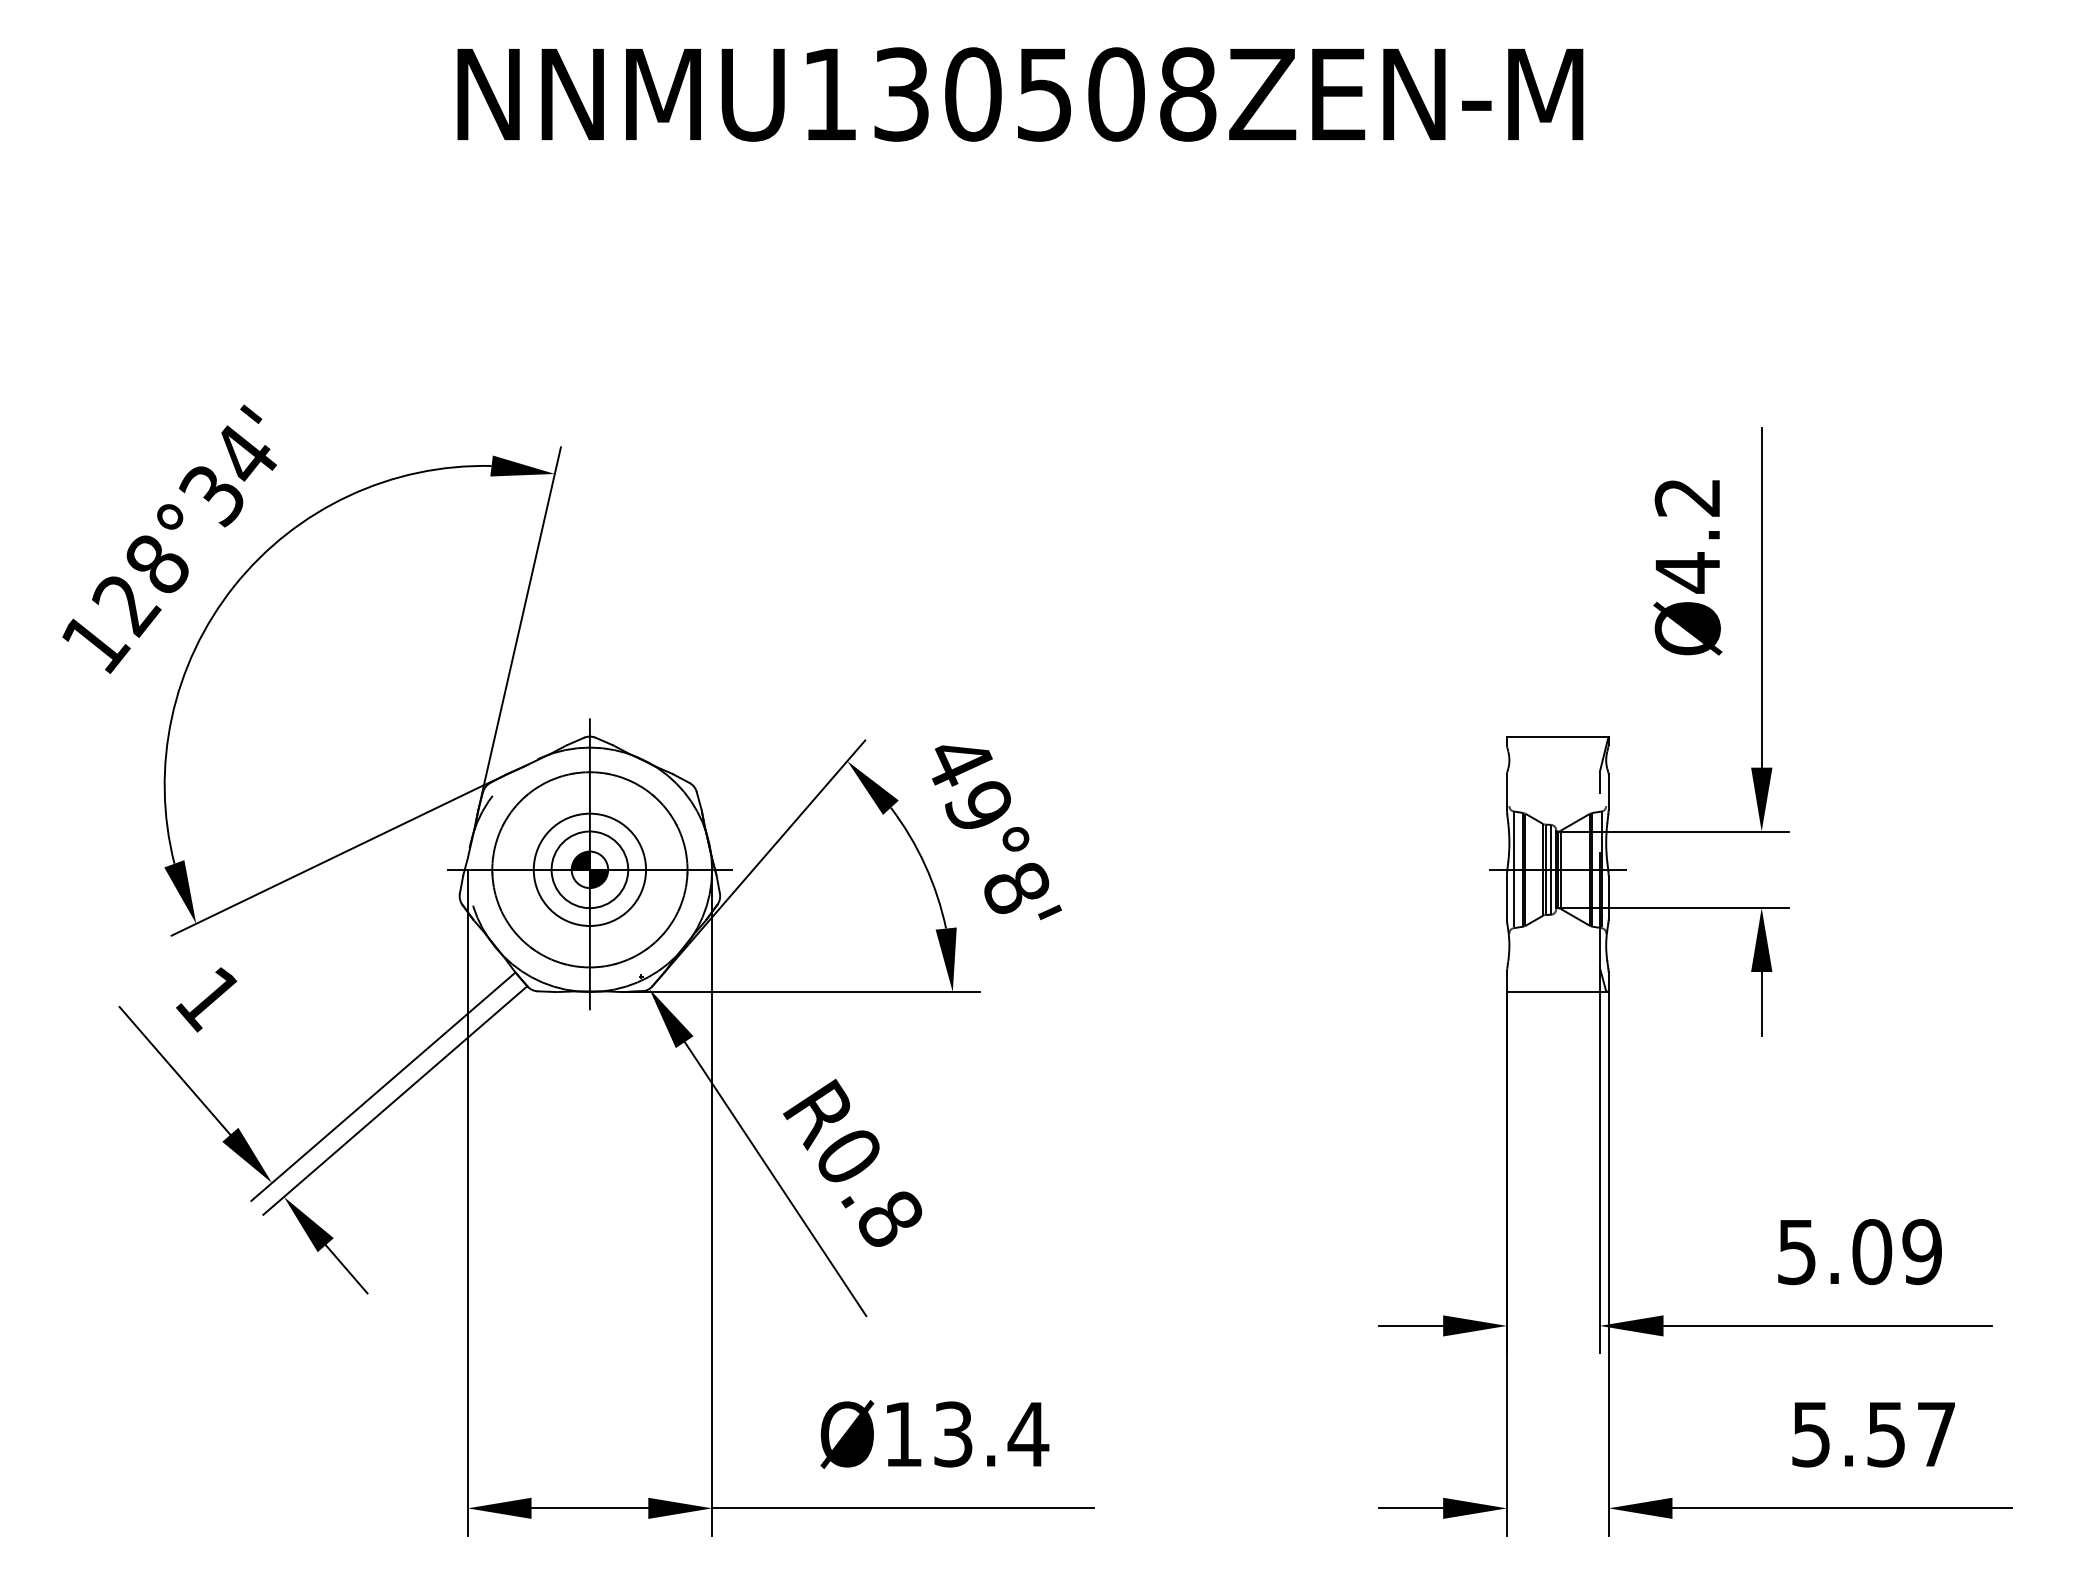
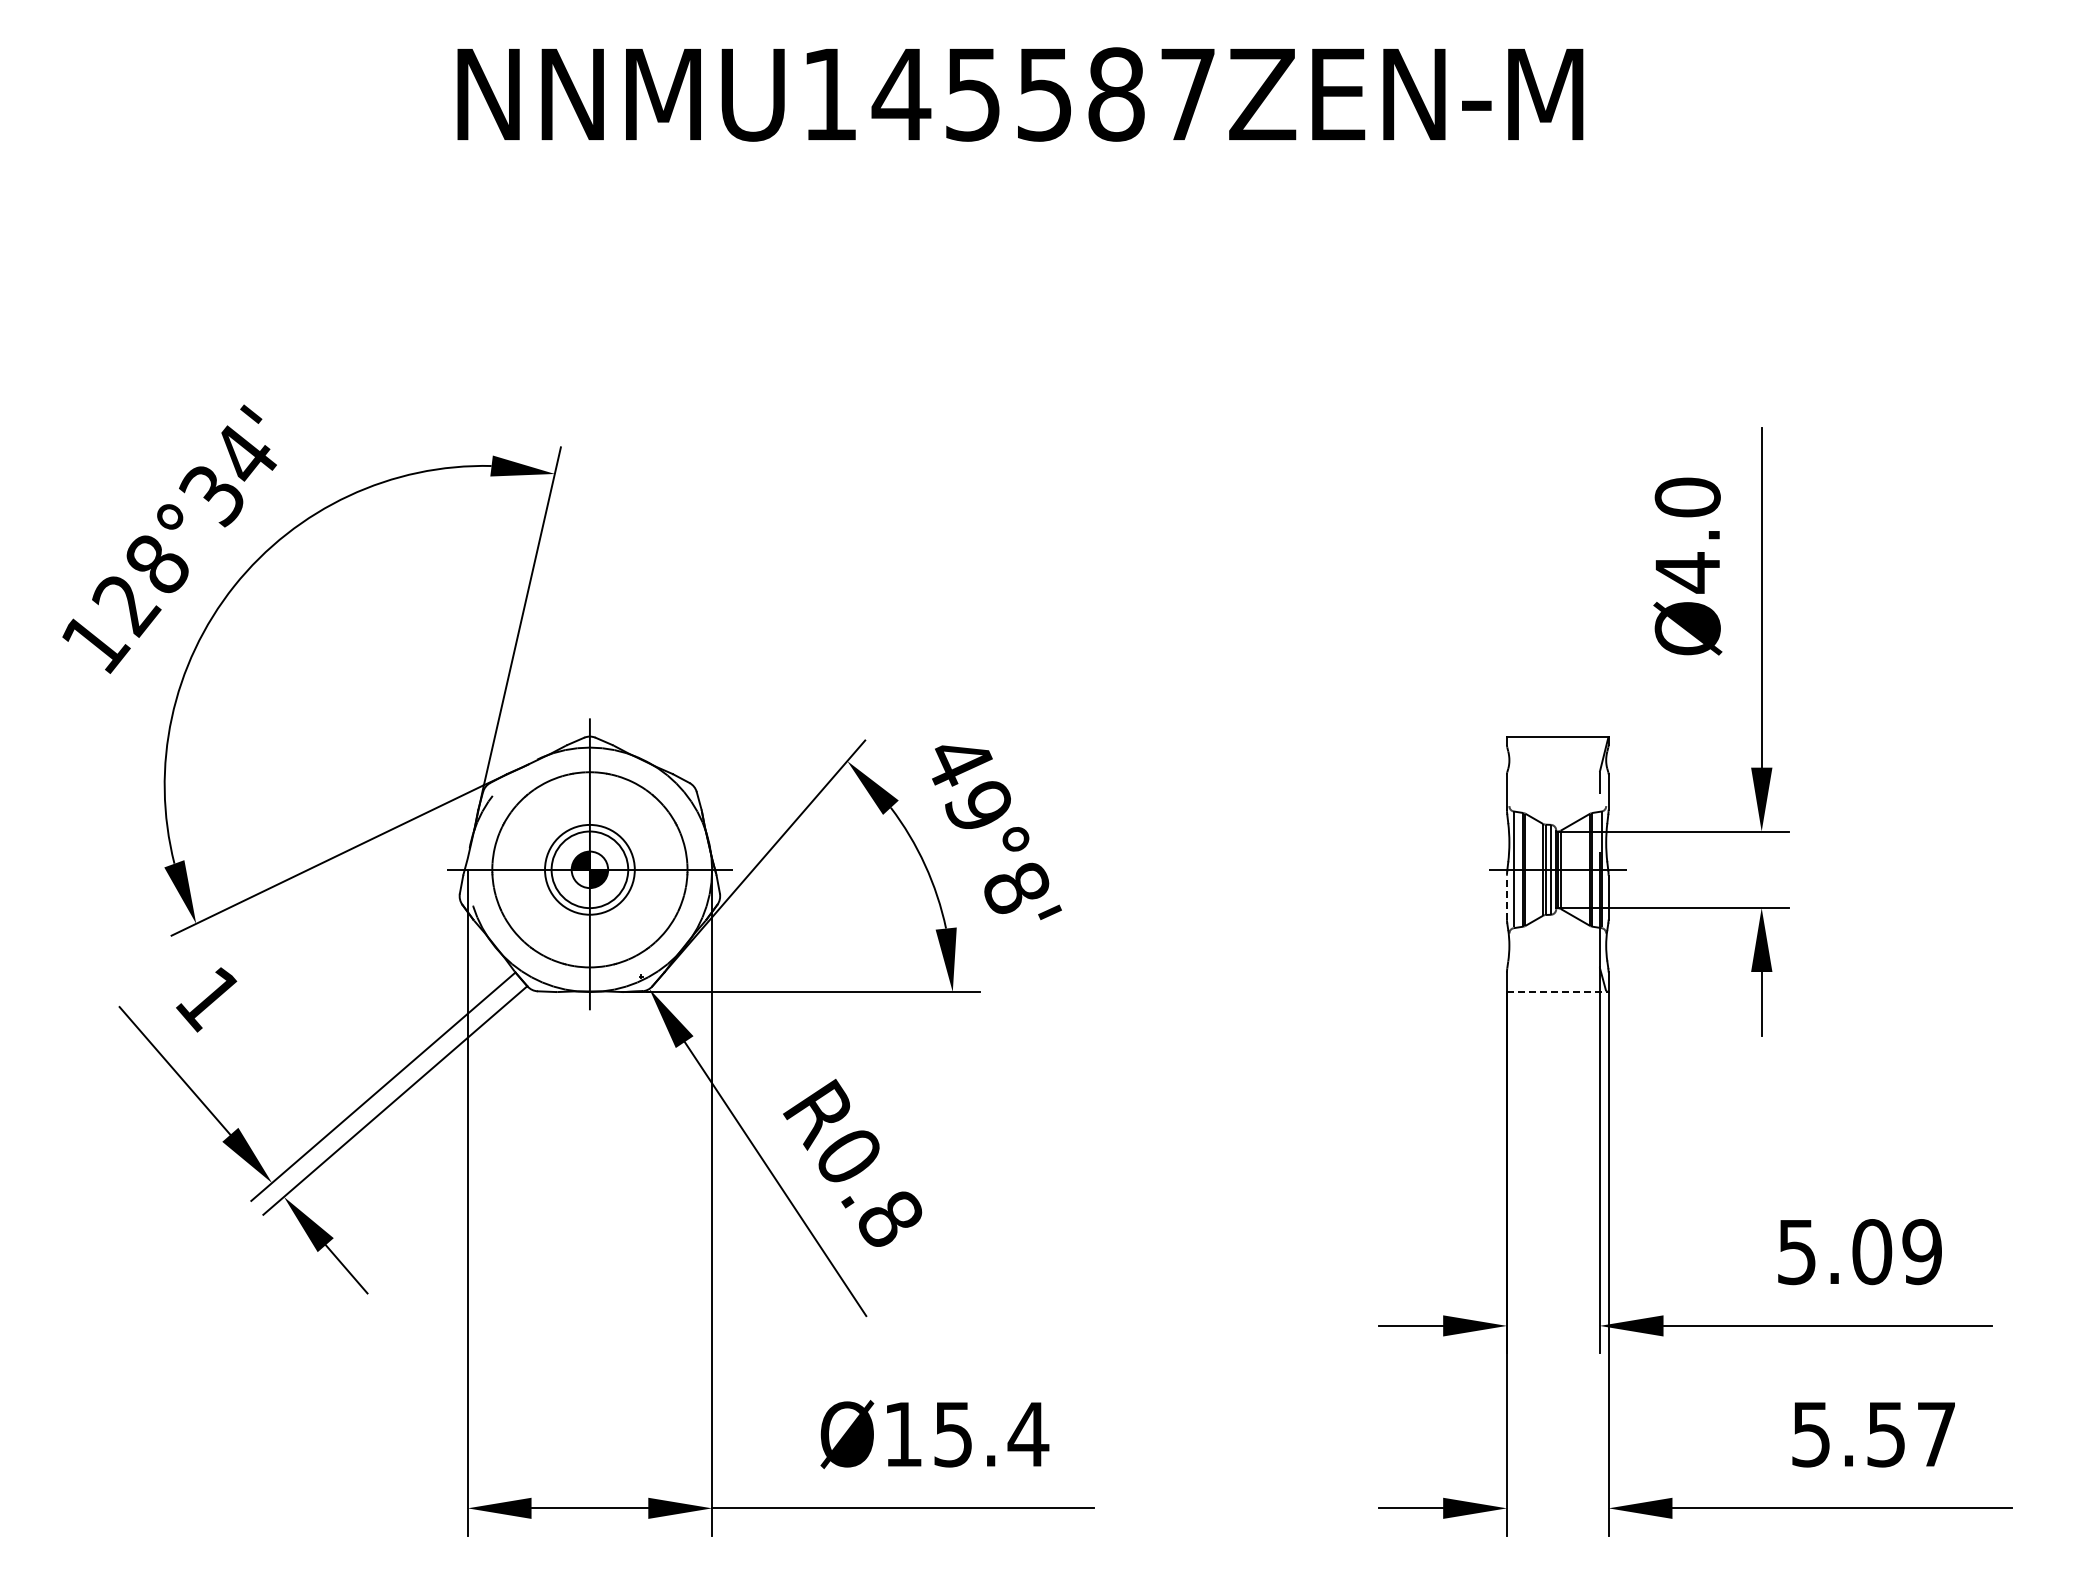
text at (1043, 94): NNMU130508ZEN-M -> NNMU145587ZEN-M
text at (1687, 497): Ø4.2 -> Ø4.0
circle at (589, 869) diameter: 112 px -> 90 px
line at (1506, 897): solid -> dashed
line at (1557, 992): solid -> dashed
text at (953, 1433): Ø13.4 -> Ø15.4
